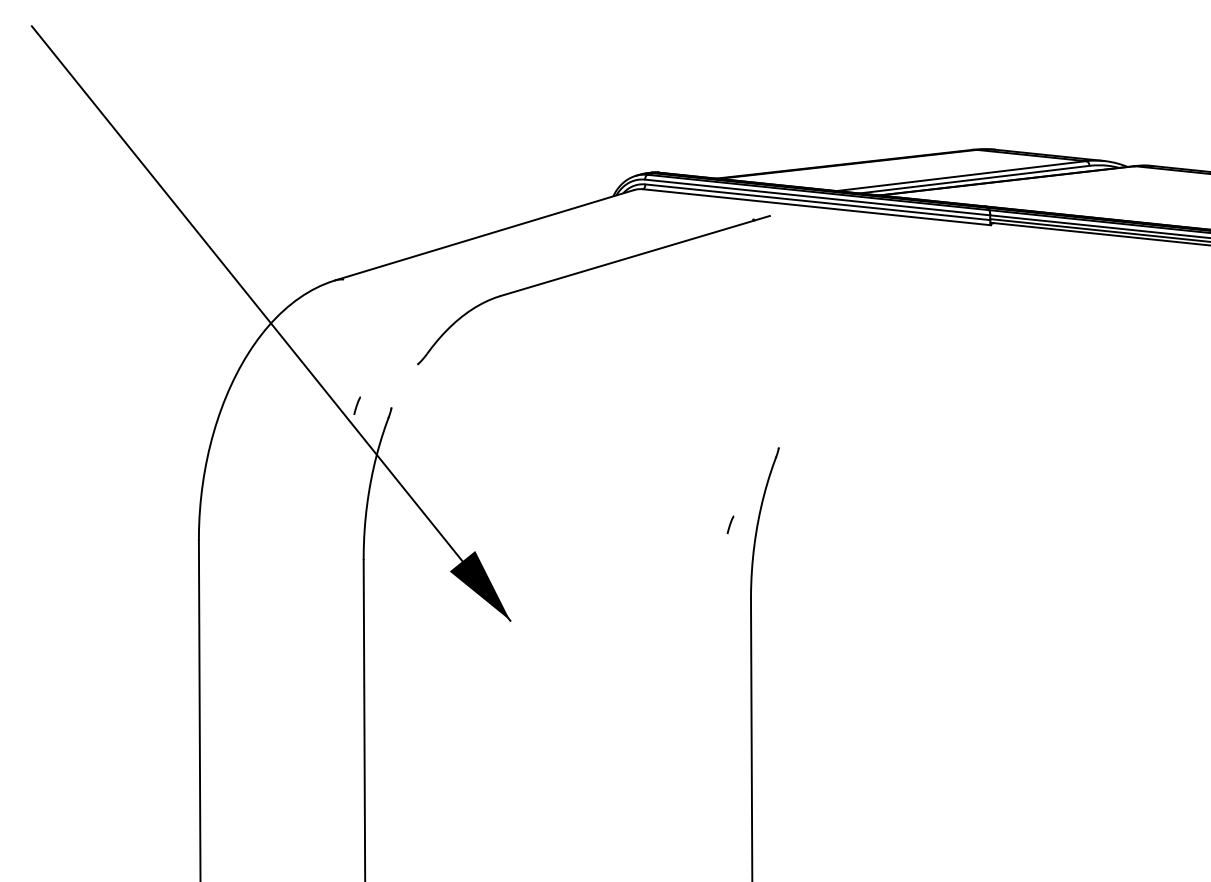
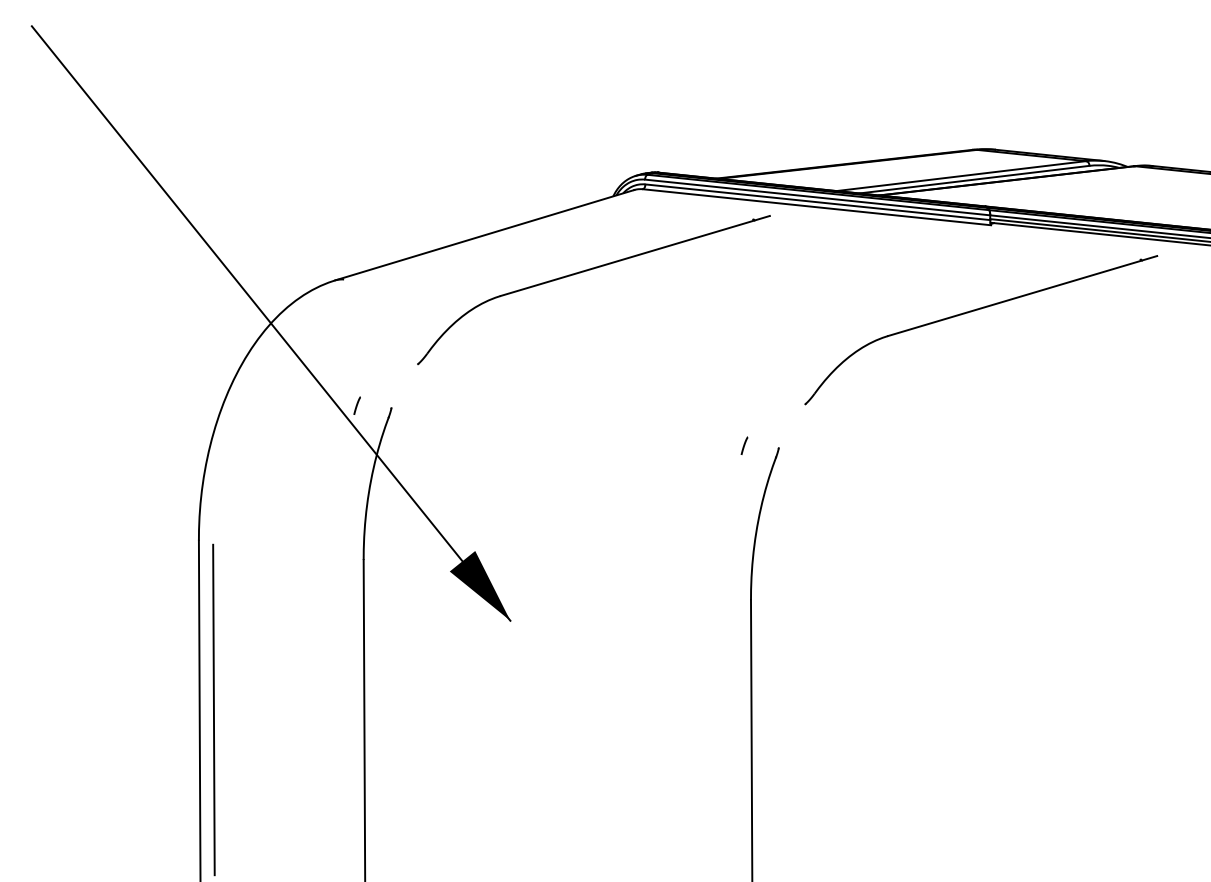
part at (978, 310): none -> present
line at (730, 524) position: (730, 524) -> (744, 445)
line at (213, 709): none -> present
